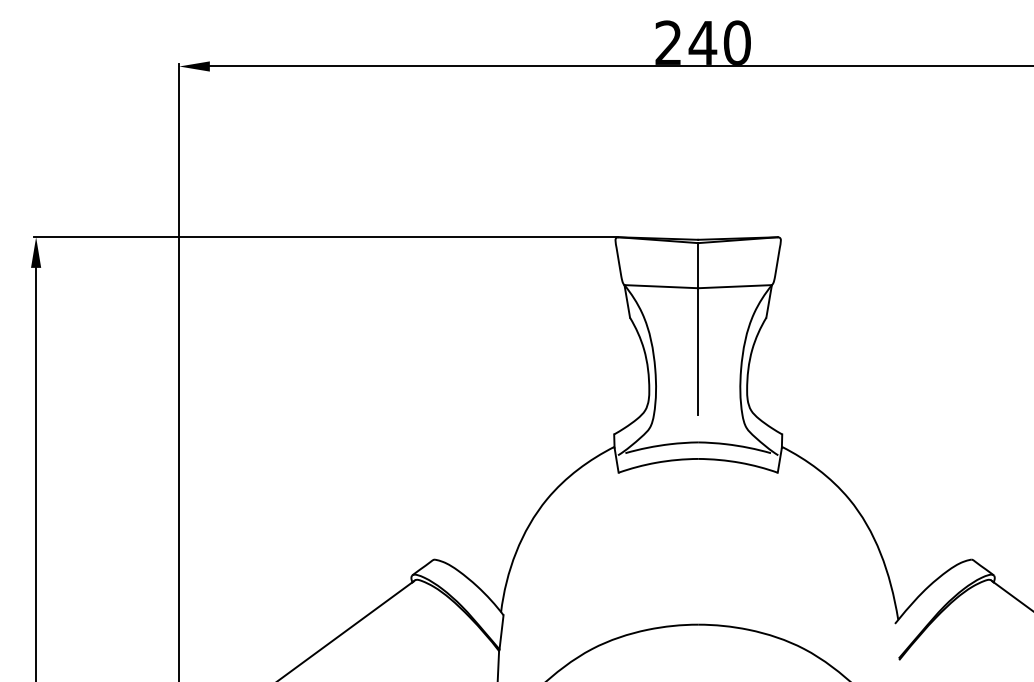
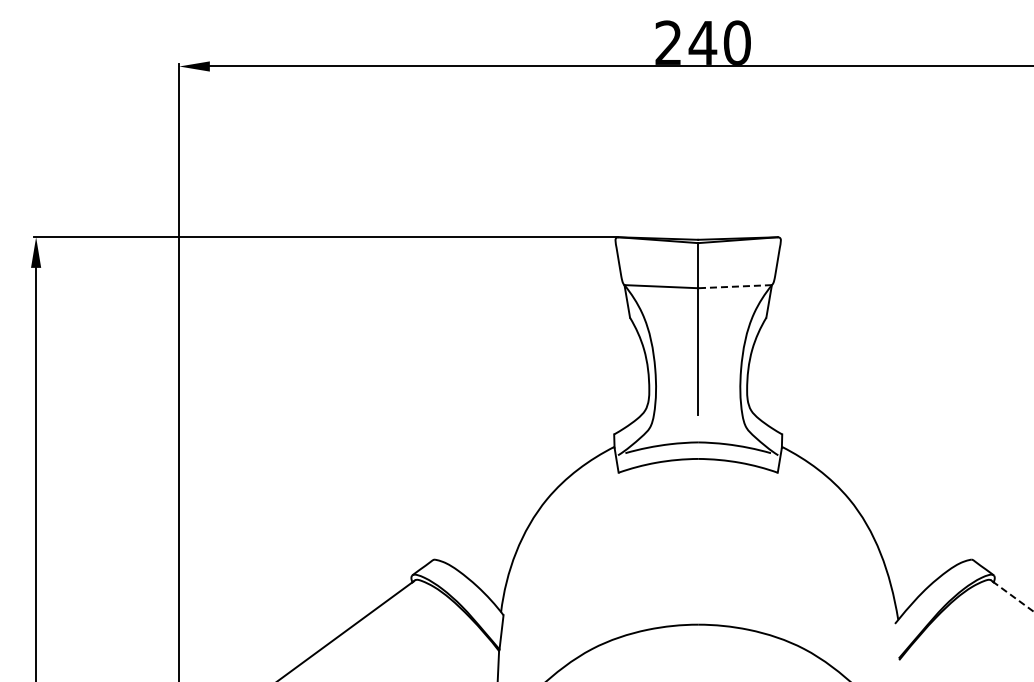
line at (735, 286): solid -> dashed
line at (1013, 596): solid -> dashed
